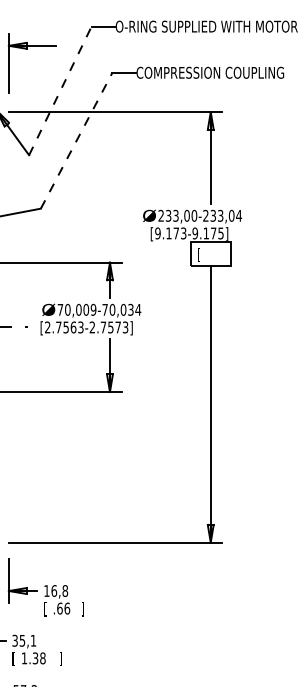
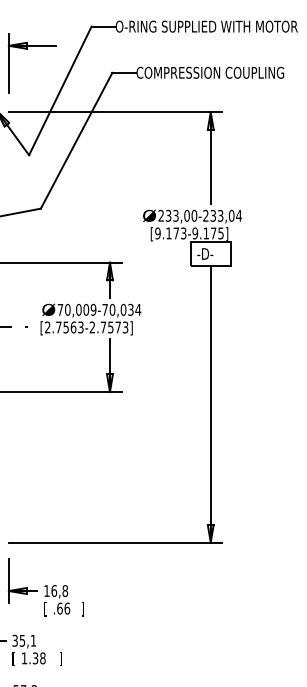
line at (60, 90): dashed -> solid
line at (76, 140): dashed -> solid
text at (205, 254): [ -> -D-
